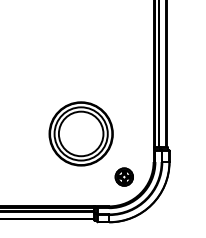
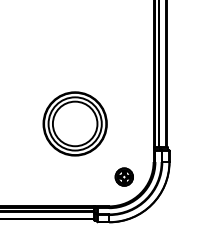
part at (80, 133) position: (80, 133) -> (74, 123)
